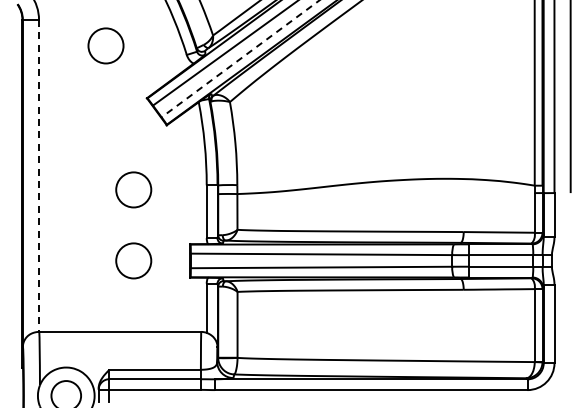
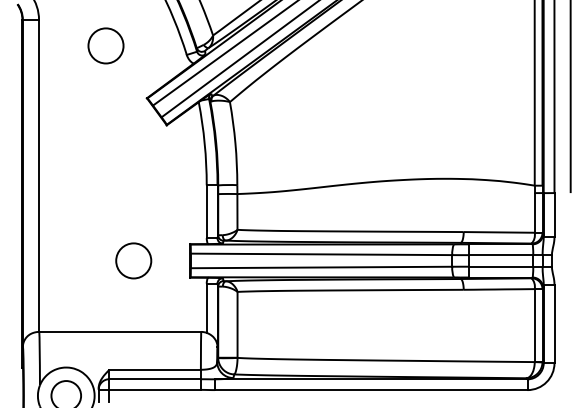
line at (240, 59): dashed -> solid
line at (39, 176): dashed -> solid
circle at (133, 189): present -> none
